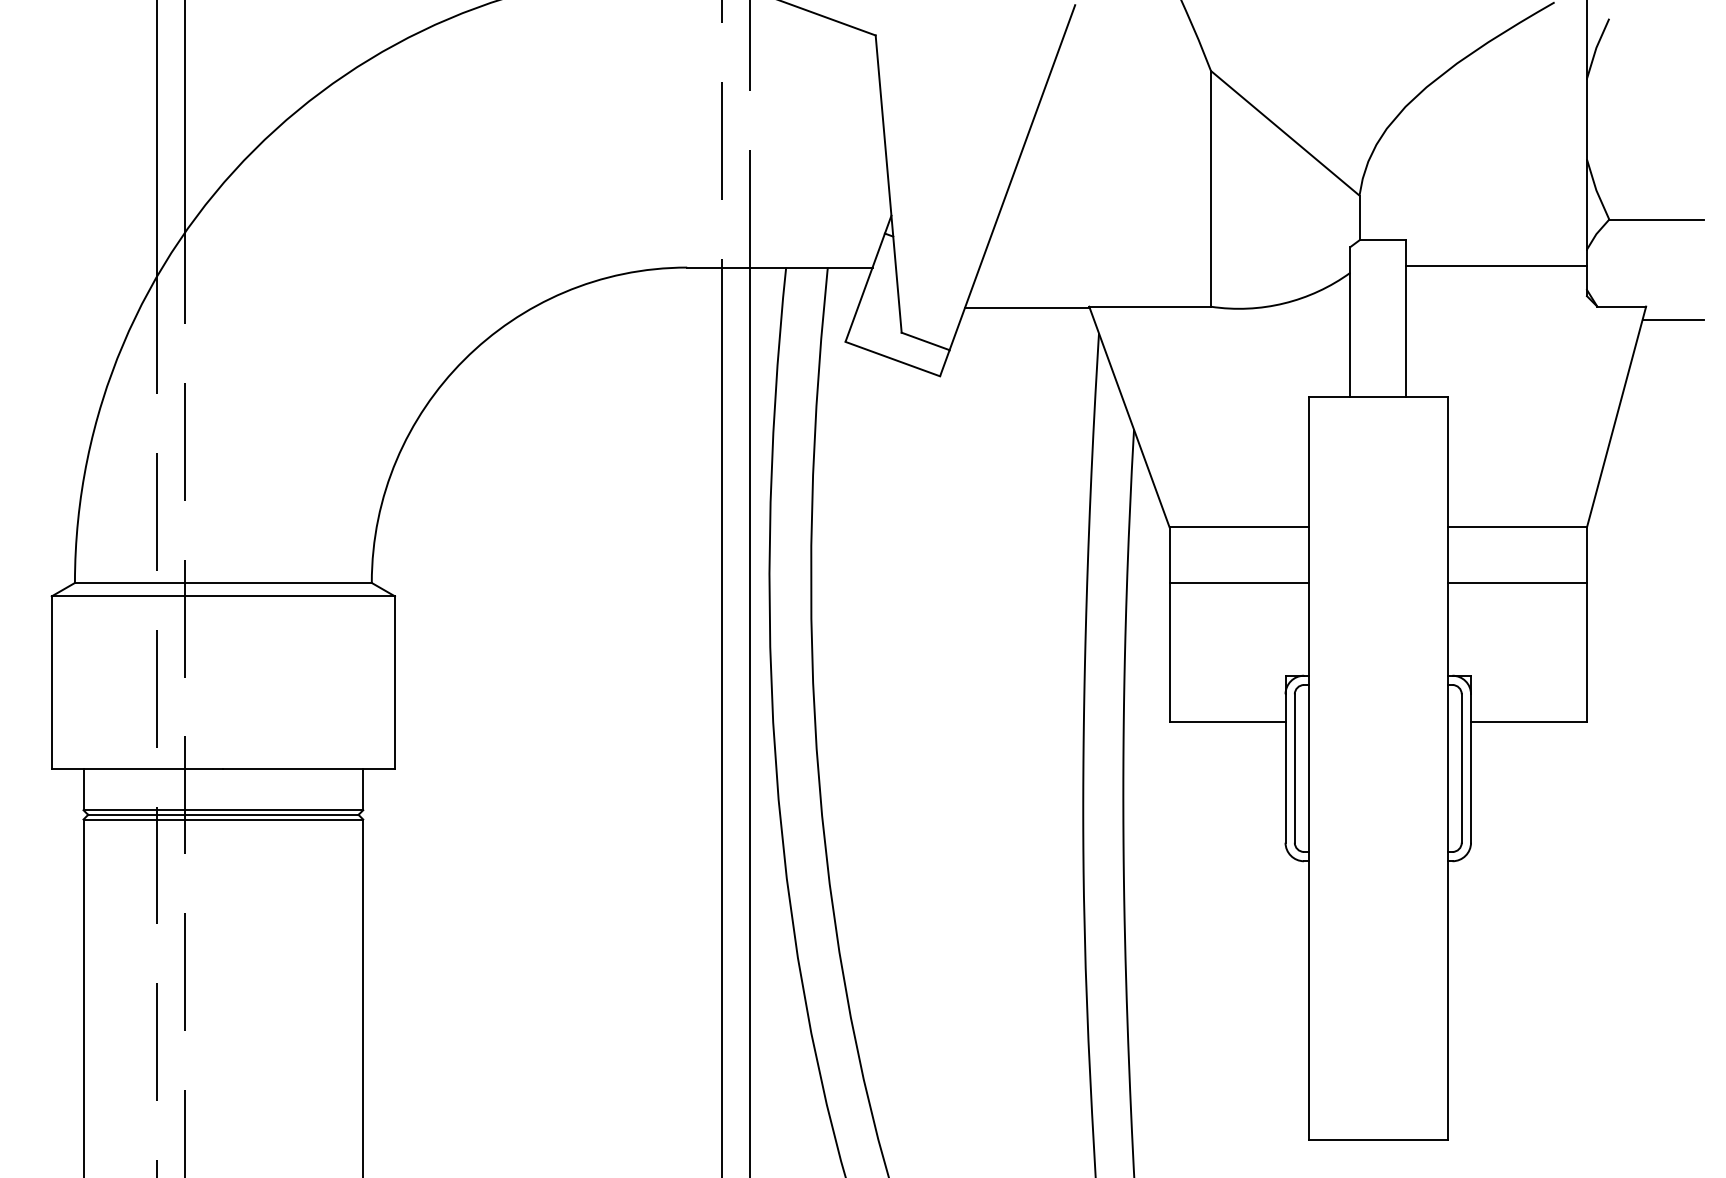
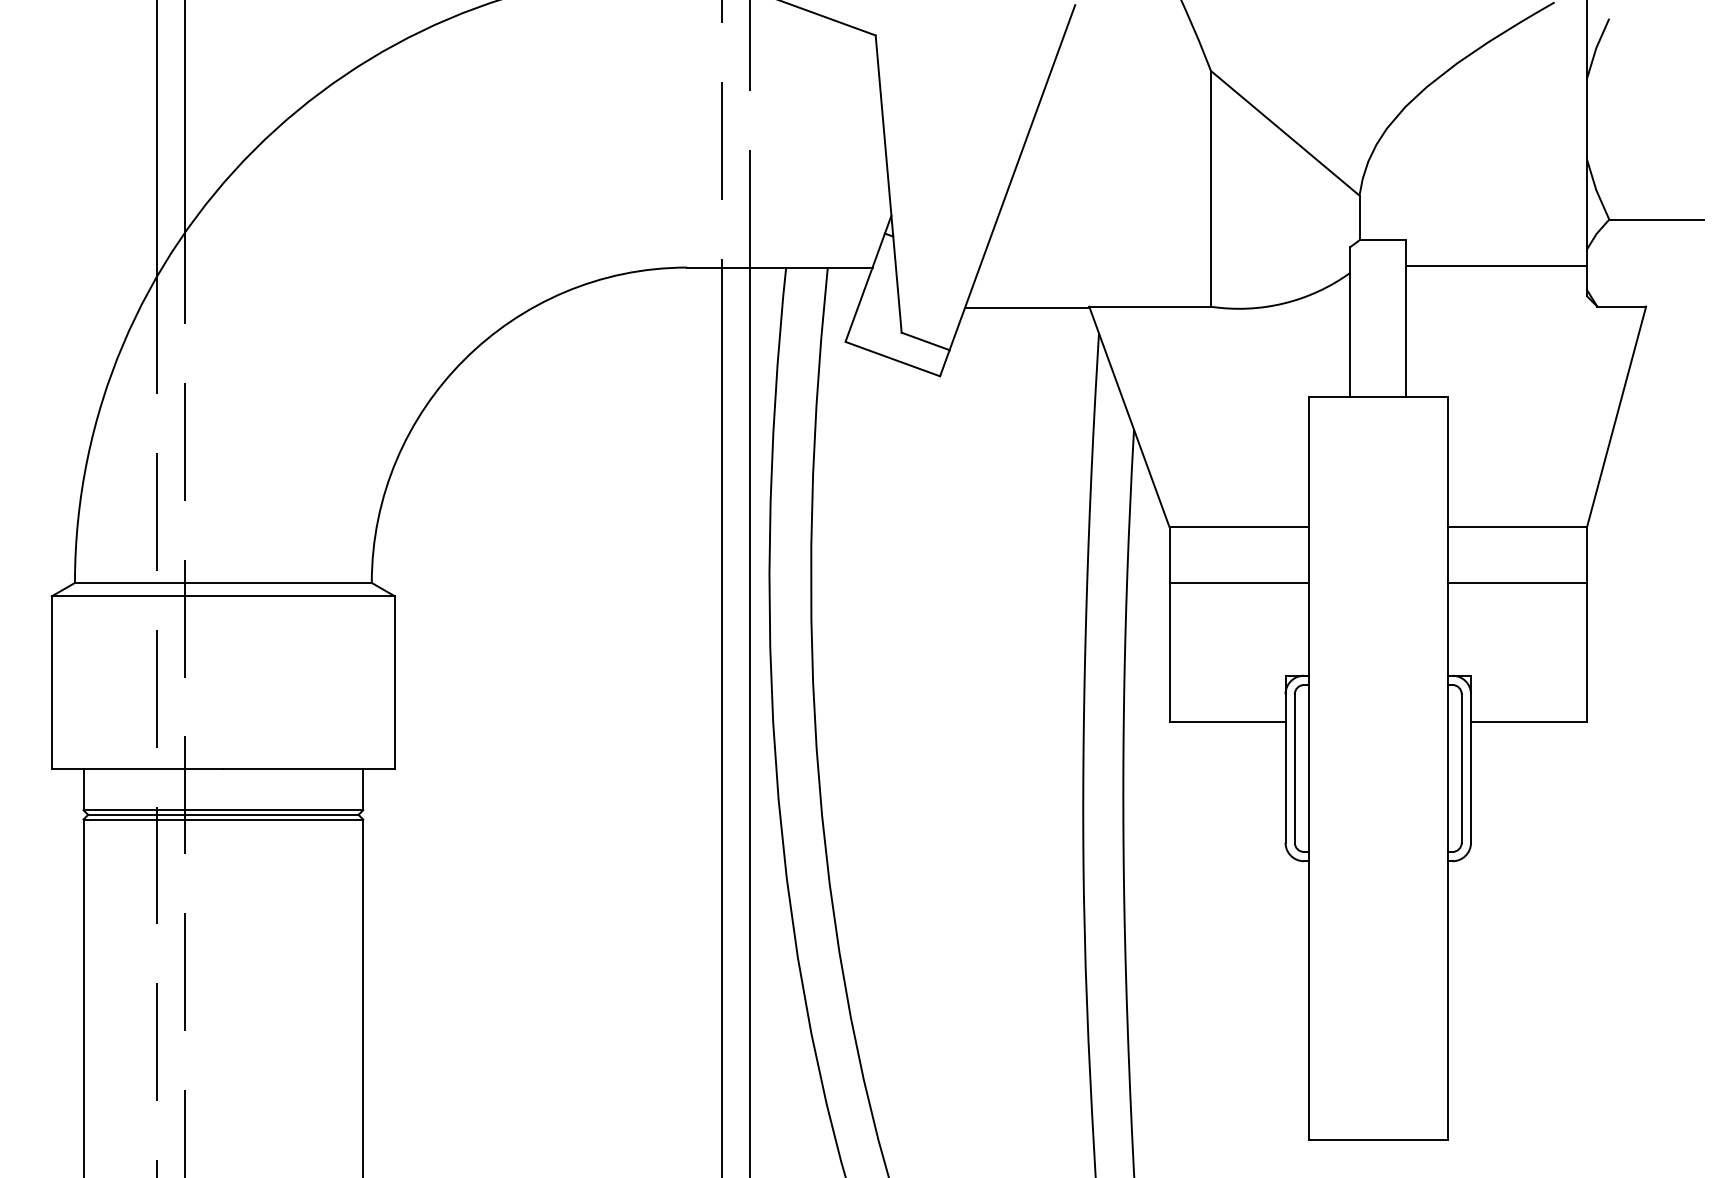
line at (1672, 319): present -> none
